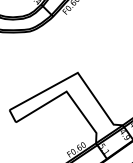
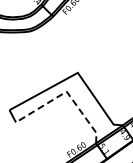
line at (67, 92): solid -> dashed
